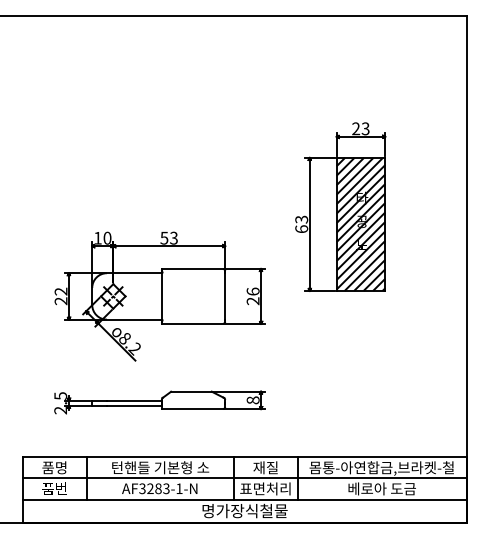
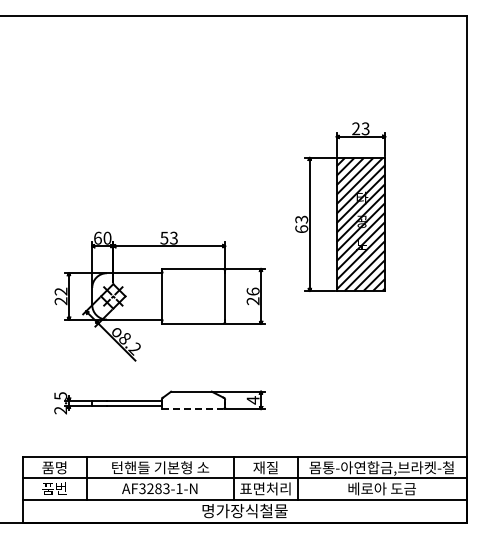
text at (97, 237): 10 -> 60
text at (252, 400): 8 -> 4
line at (192, 409): solid -> dashed
